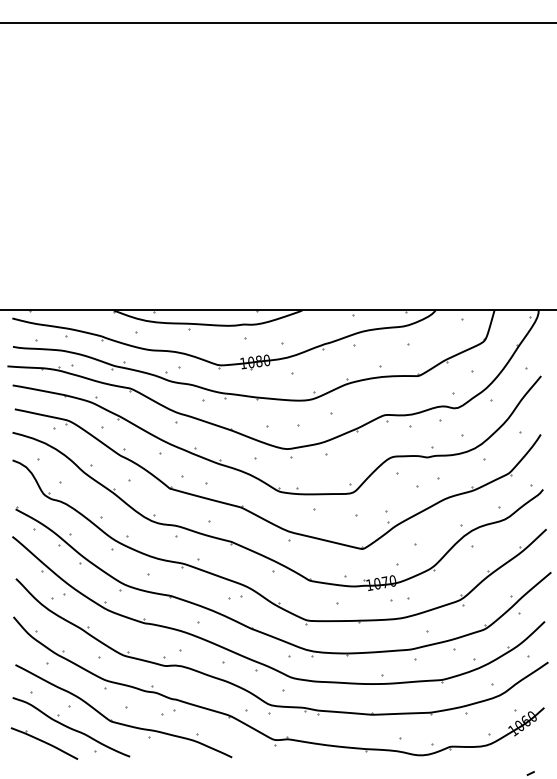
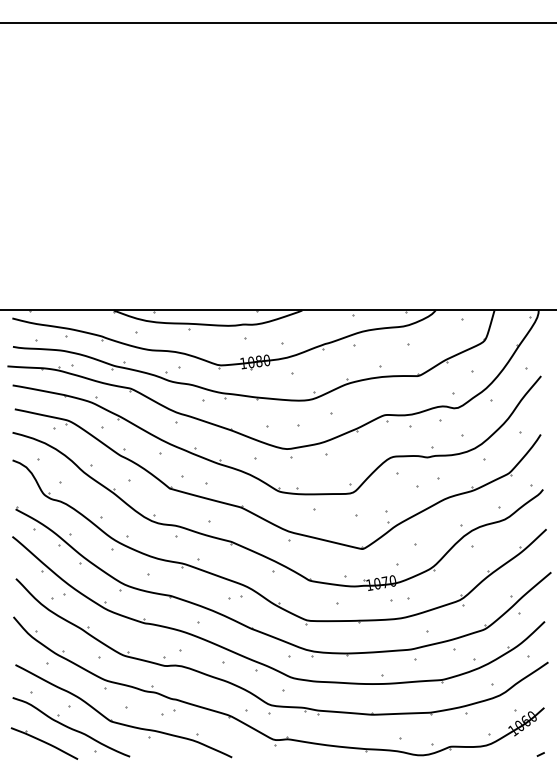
line at (530, 773) position: (530, 773) -> (540, 754)
